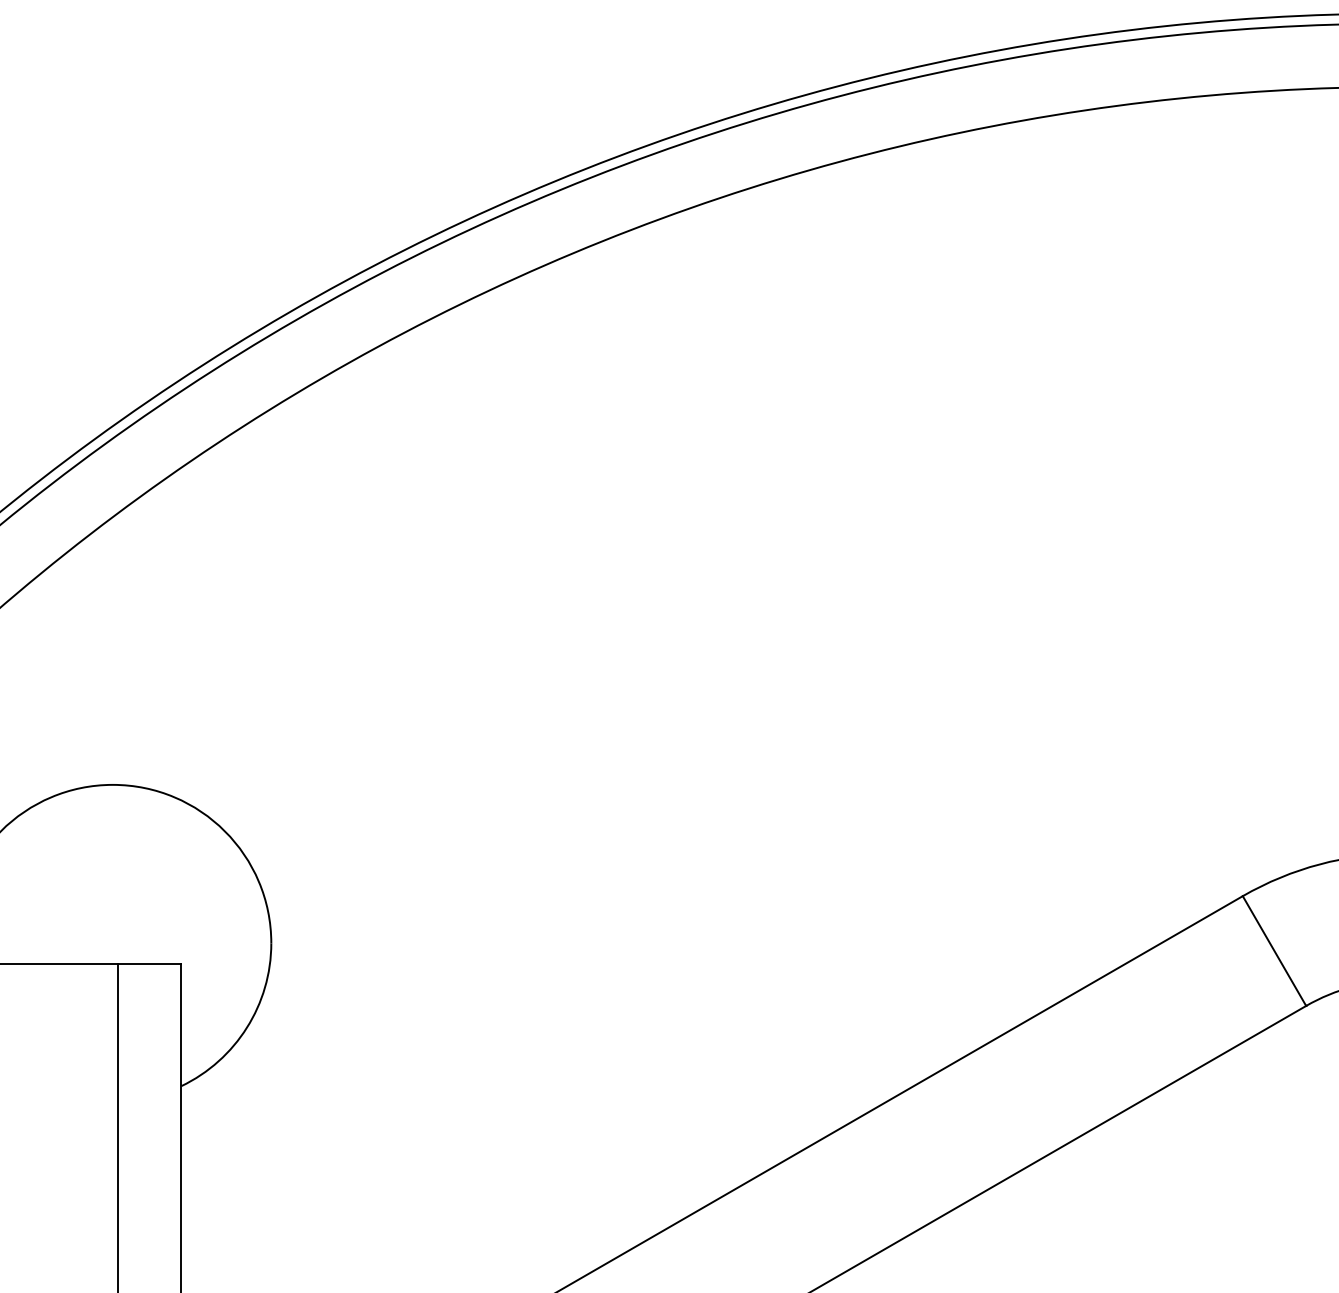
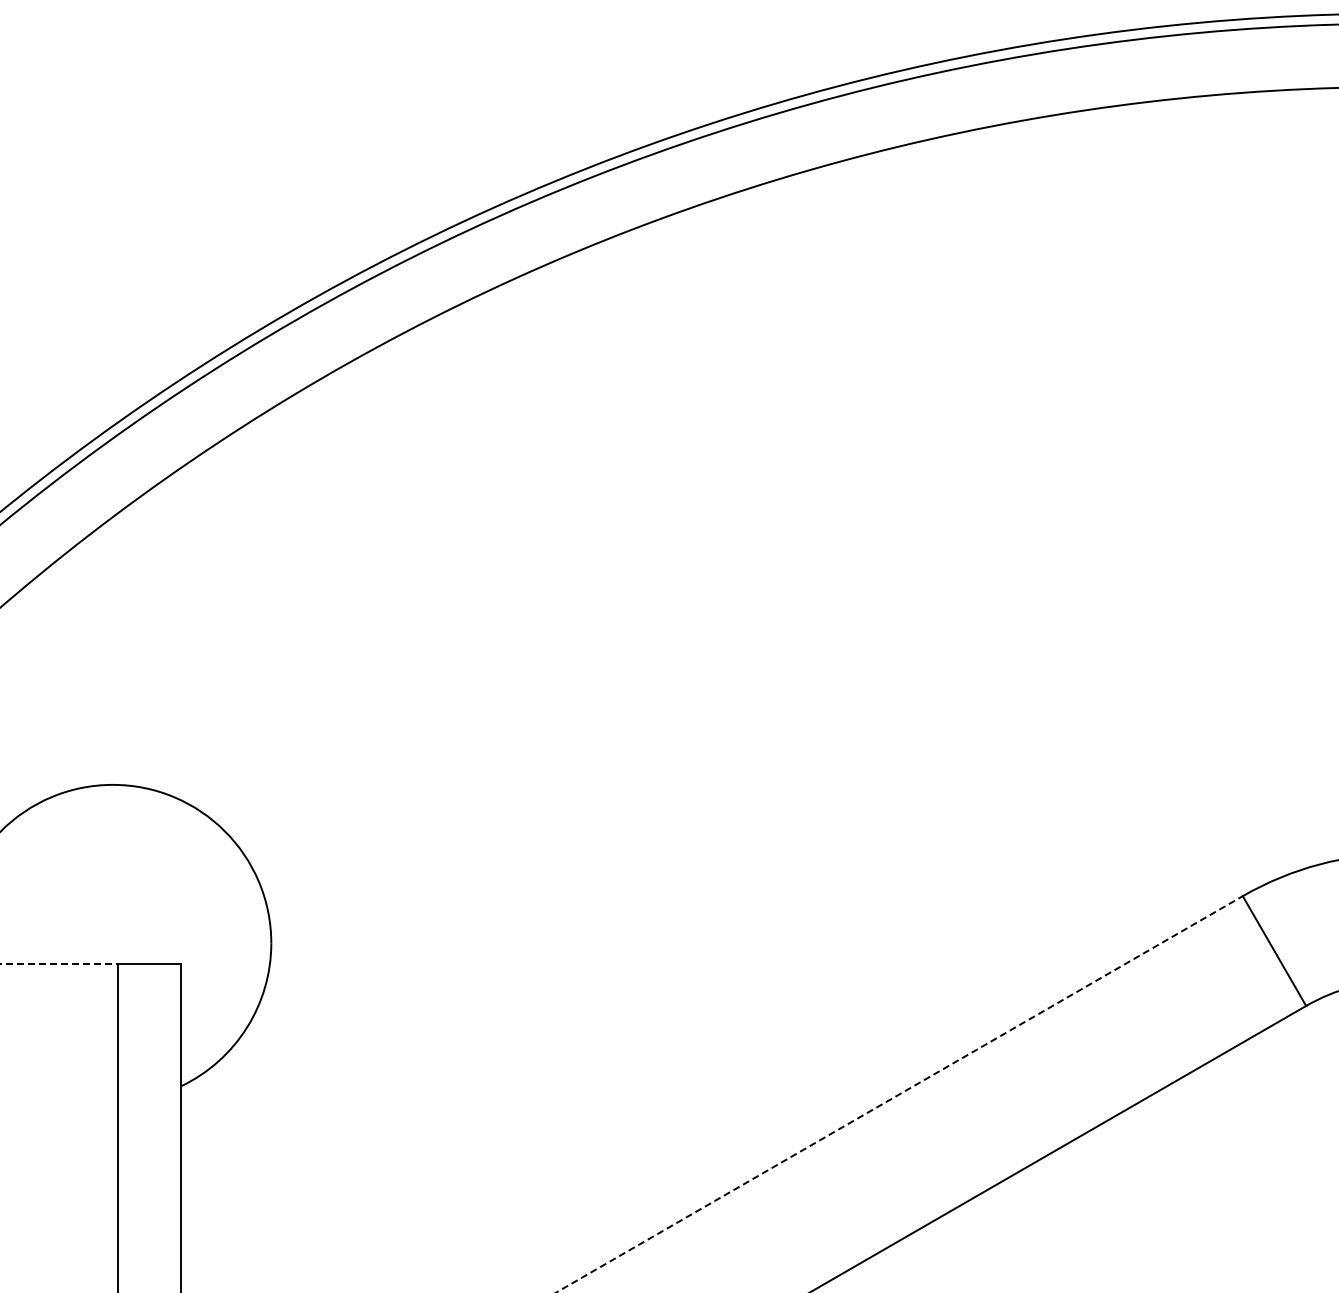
line at (58, 964): solid -> dashed
line at (899, 1094): solid -> dashed
